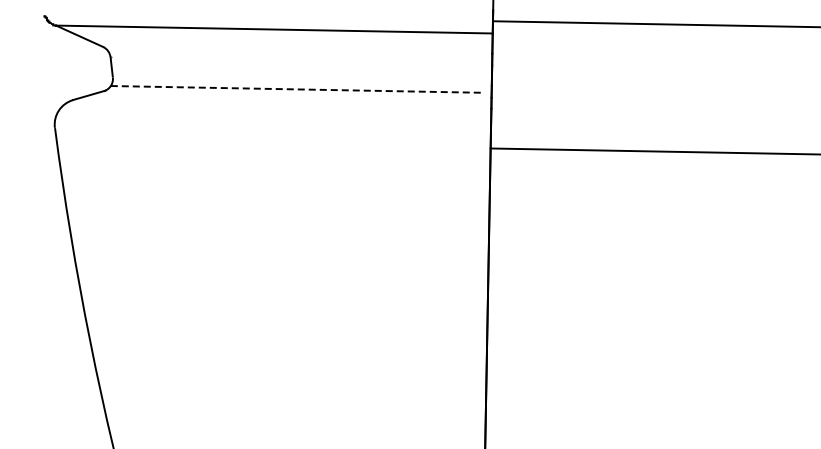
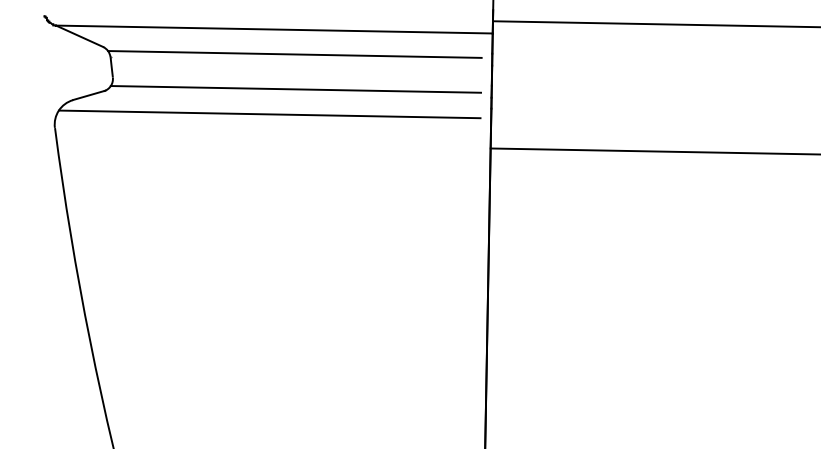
line at (294, 54): none -> present
line at (296, 89): dashed -> solid
line at (269, 114): none -> present
